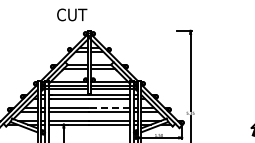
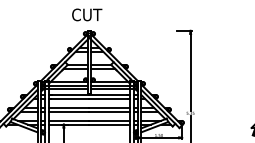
text at (72, 14) position: (72, 14) -> (87, 14)
line at (109, 107): dashed -> solid
